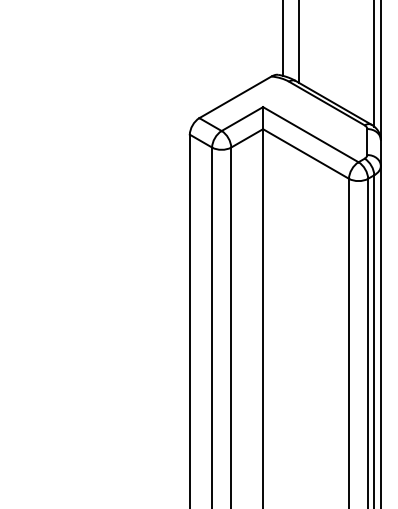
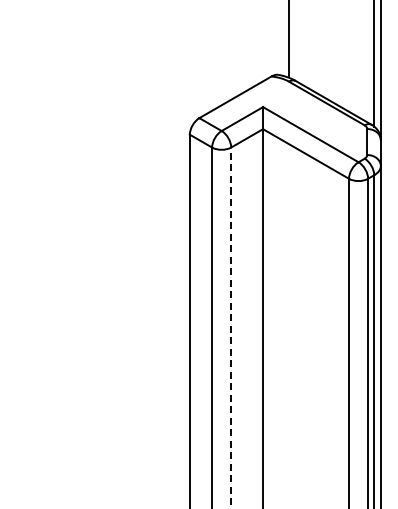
line at (282, 38) position: (282, 38) -> (288, 38)
line at (298, 42): present -> none
line at (231, 327): solid -> dashed
